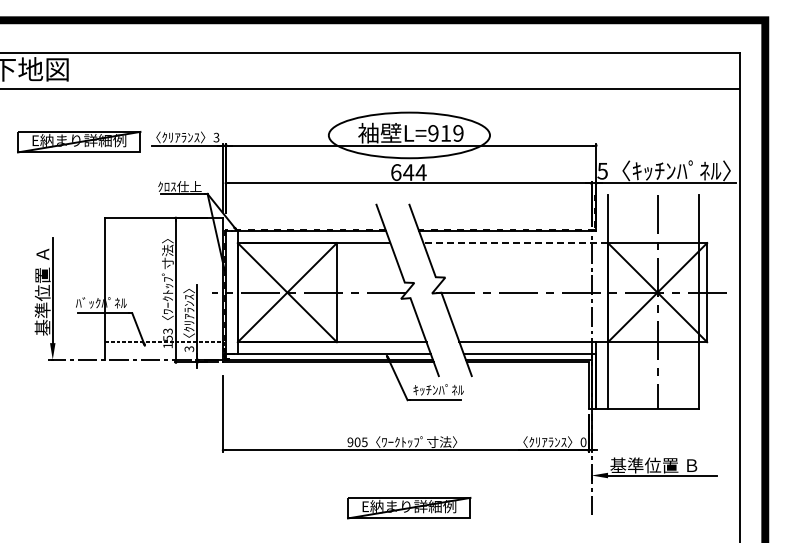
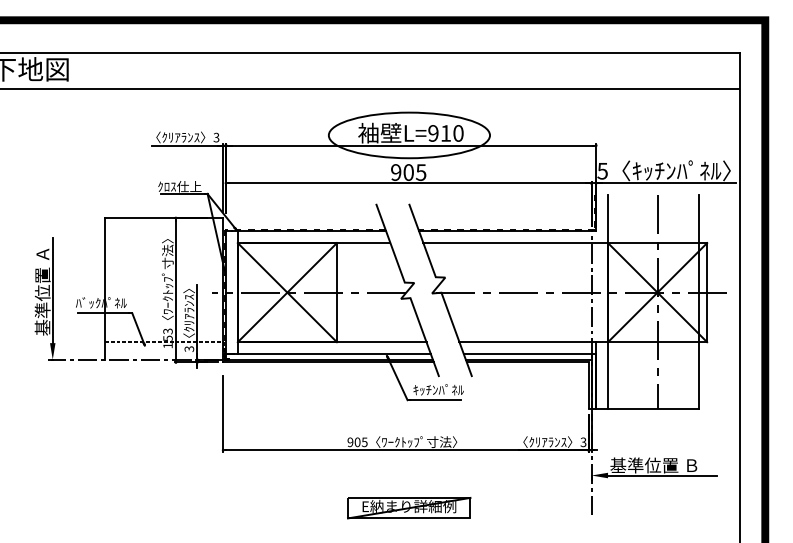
text at (458, 133): L=919 -> L=910
part at (79, 142): present -> none
text at (408, 172): 644 -> 905
line at (515, 243): dashed -> solid
text at (583, 442): 0 -> 3
